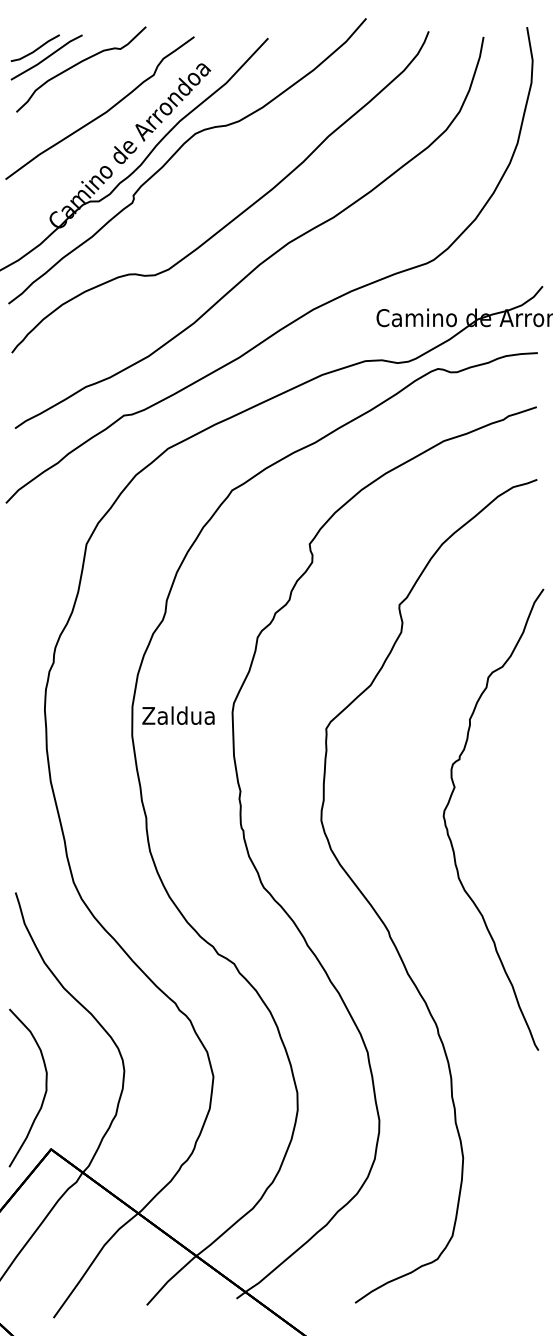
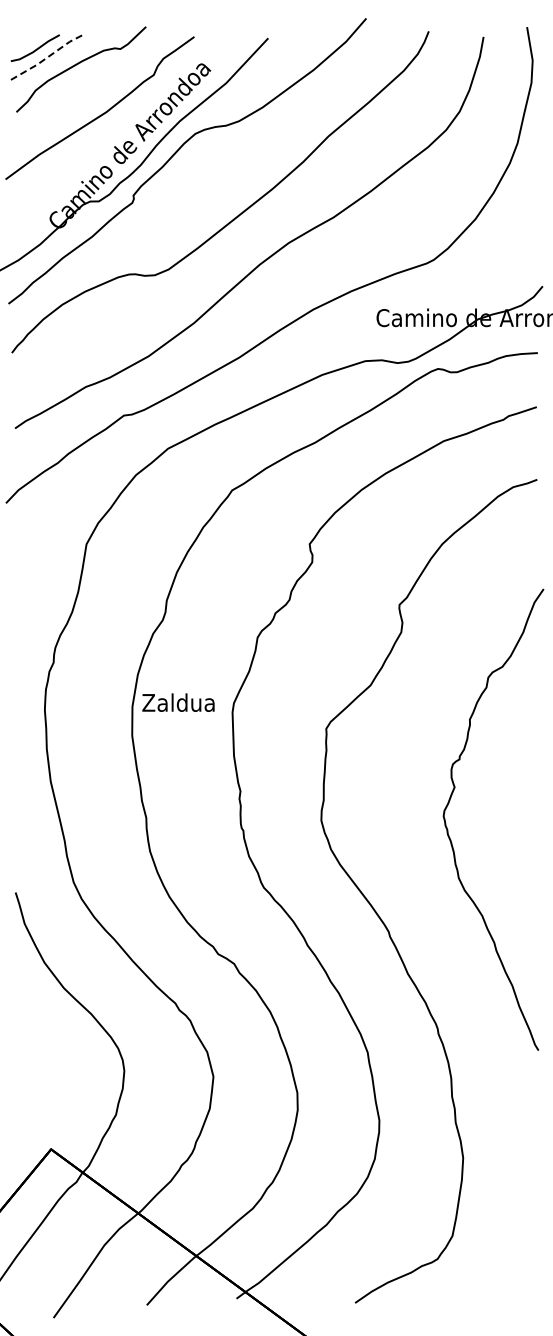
line at (47, 57): solid -> dashed
text at (178, 715) position: (178, 715) -> (178, 702)
curve at (45, 1087): present -> none
